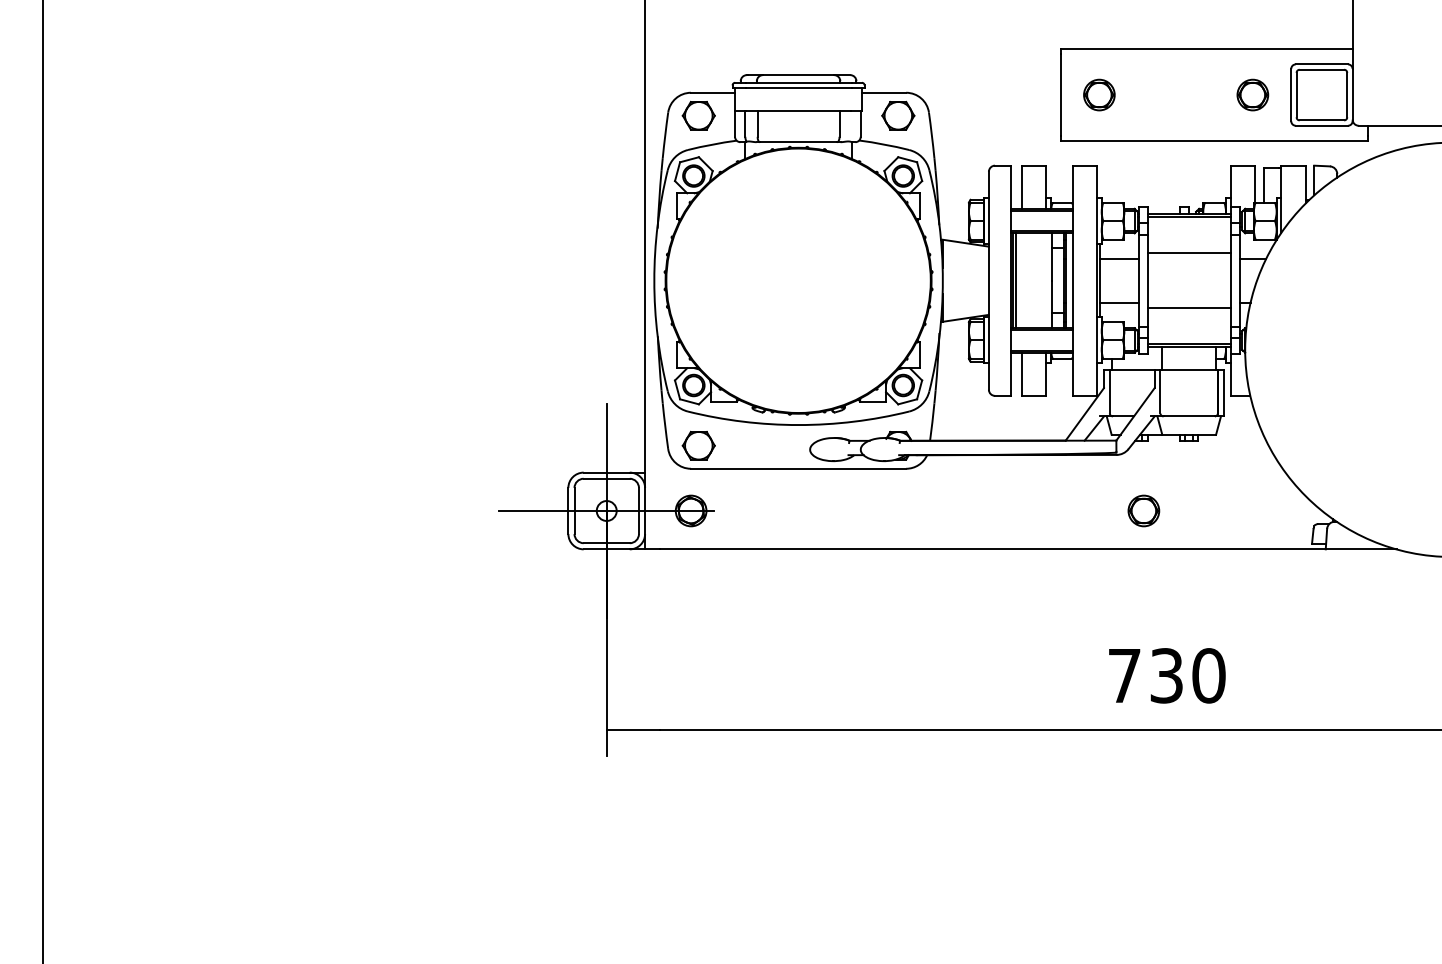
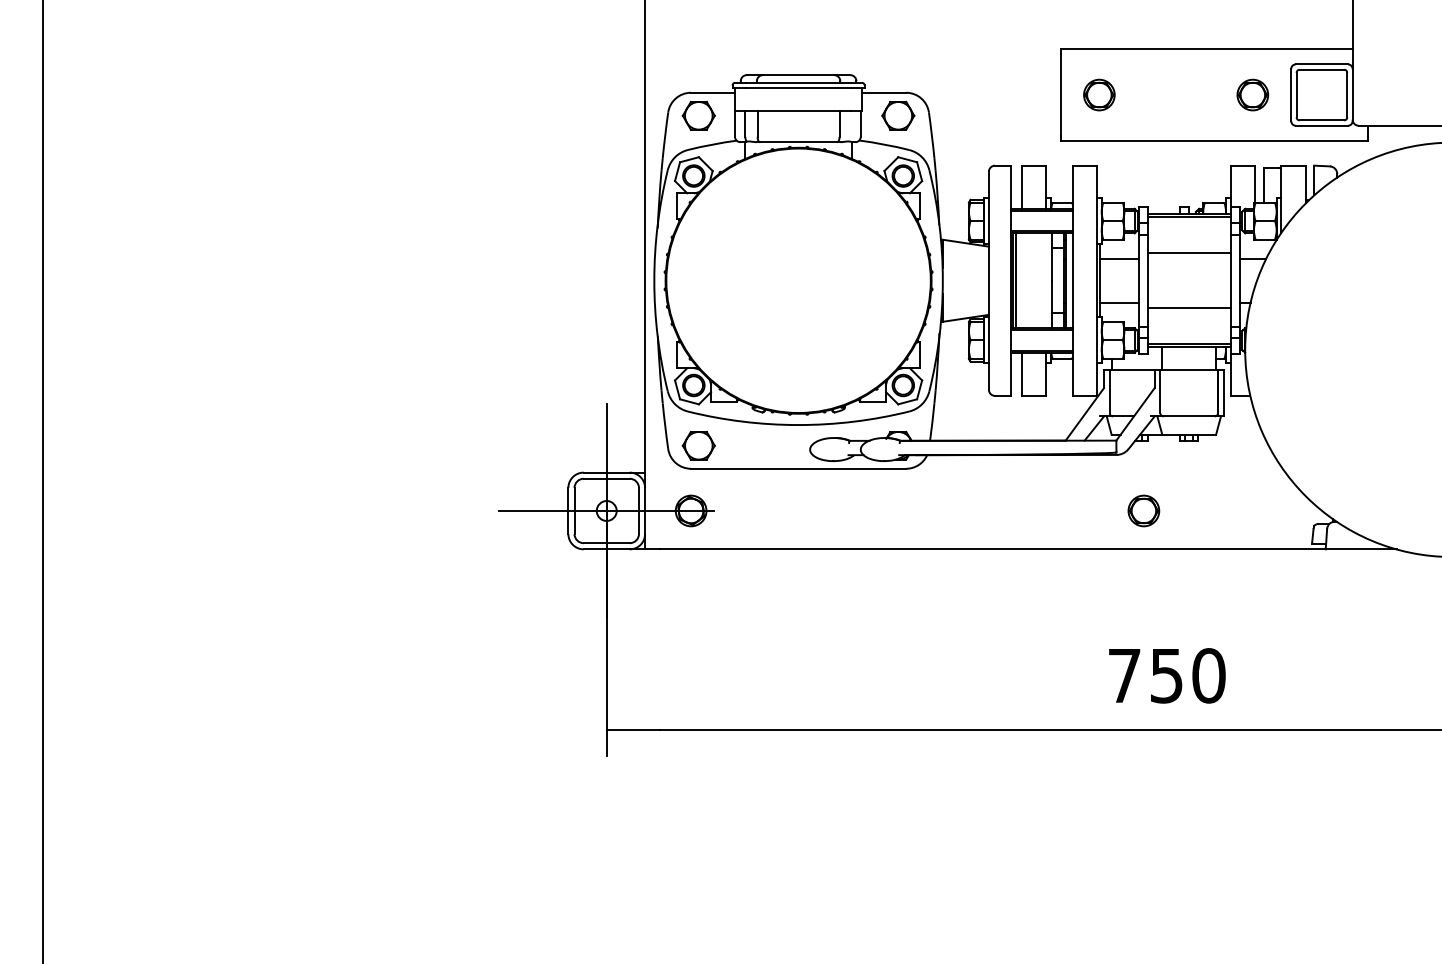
text at (1166, 675): 730 -> 750
